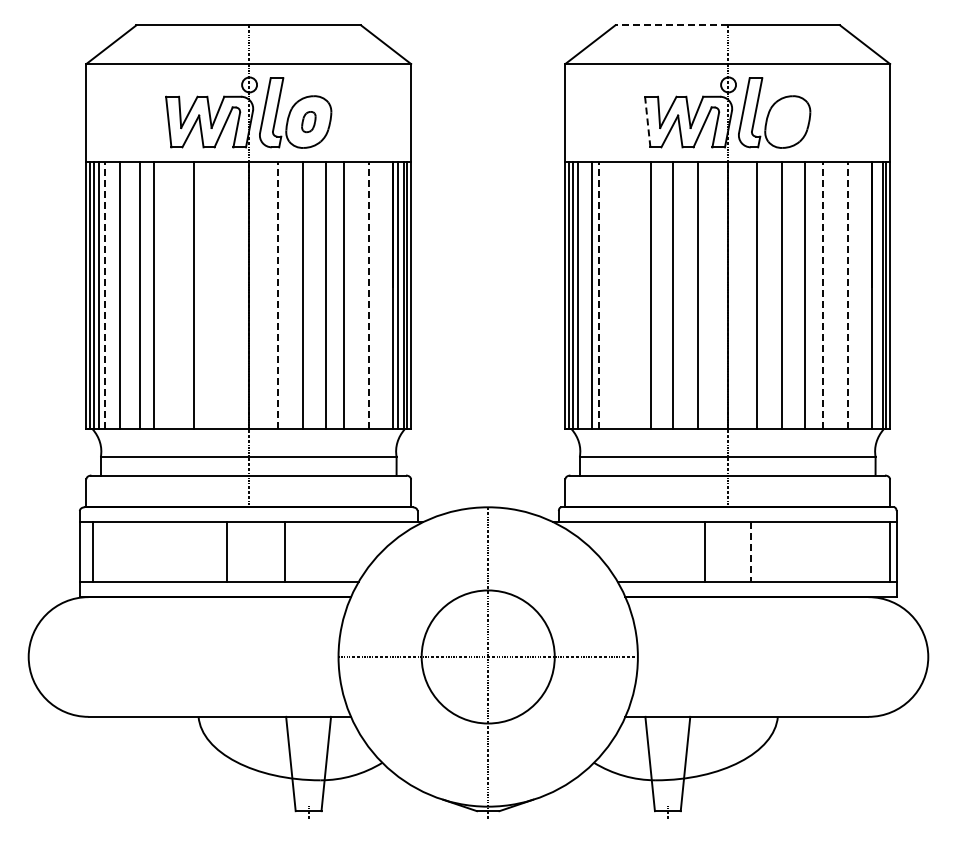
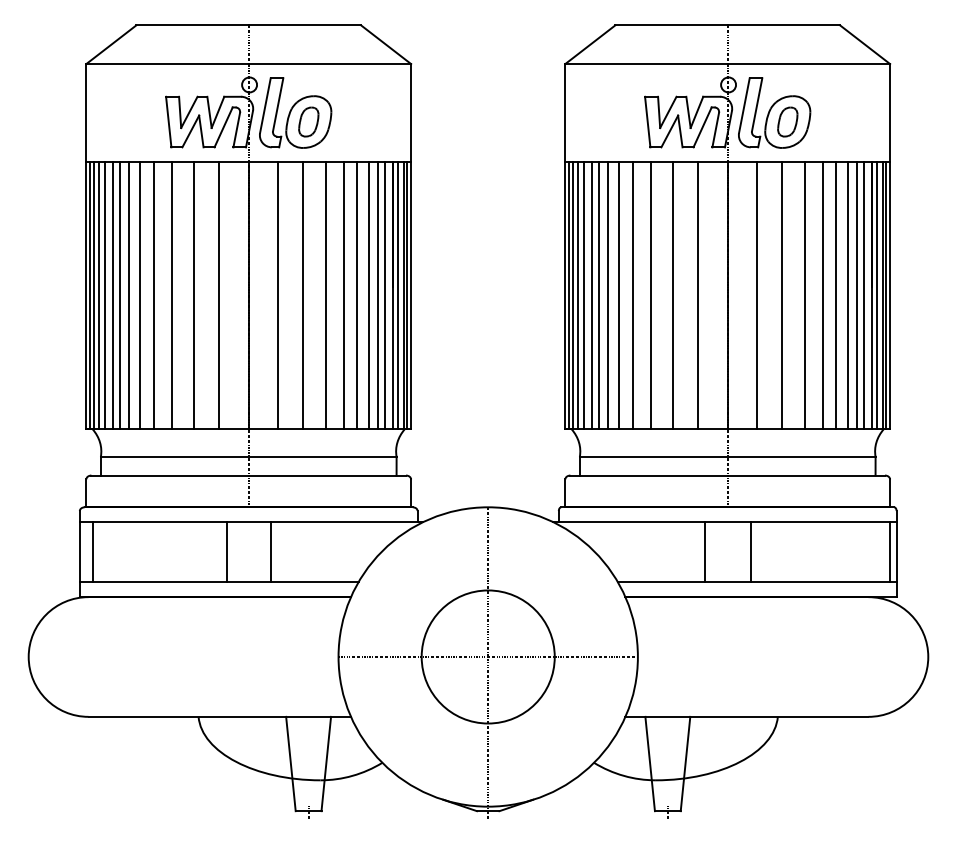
line at (671, 25): dashed -> solid
line at (647, 121): dashed -> solid
part at (787, 121): none -> present
part at (308, 122) size: 16x23 px -> 22x32 px
line at (104, 295): dashed -> solid
line at (112, 295): none -> present
line at (128, 295): none -> present
line at (171, 295): none -> present
line at (219, 295): none -> present
line at (278, 295): dashed -> solid
line at (357, 295): none -> present
line at (368, 295): dashed -> solid
line at (377, 295): none -> present
line at (384, 295): none -> present
line at (583, 295): none -> present
line at (598, 295): dashed -> solid
line at (607, 295): none -> present
line at (619, 295): none -> present
line at (632, 295): none -> present
line at (822, 295): dashed -> solid
line at (836, 295): none -> present
line at (847, 295): dashed -> solid
line at (856, 295): none -> present
line at (863, 295): none -> present
line at (877, 295): none -> present
line at (284, 552) position: (284, 552) -> (270, 552)
line at (750, 552): dashed -> solid
